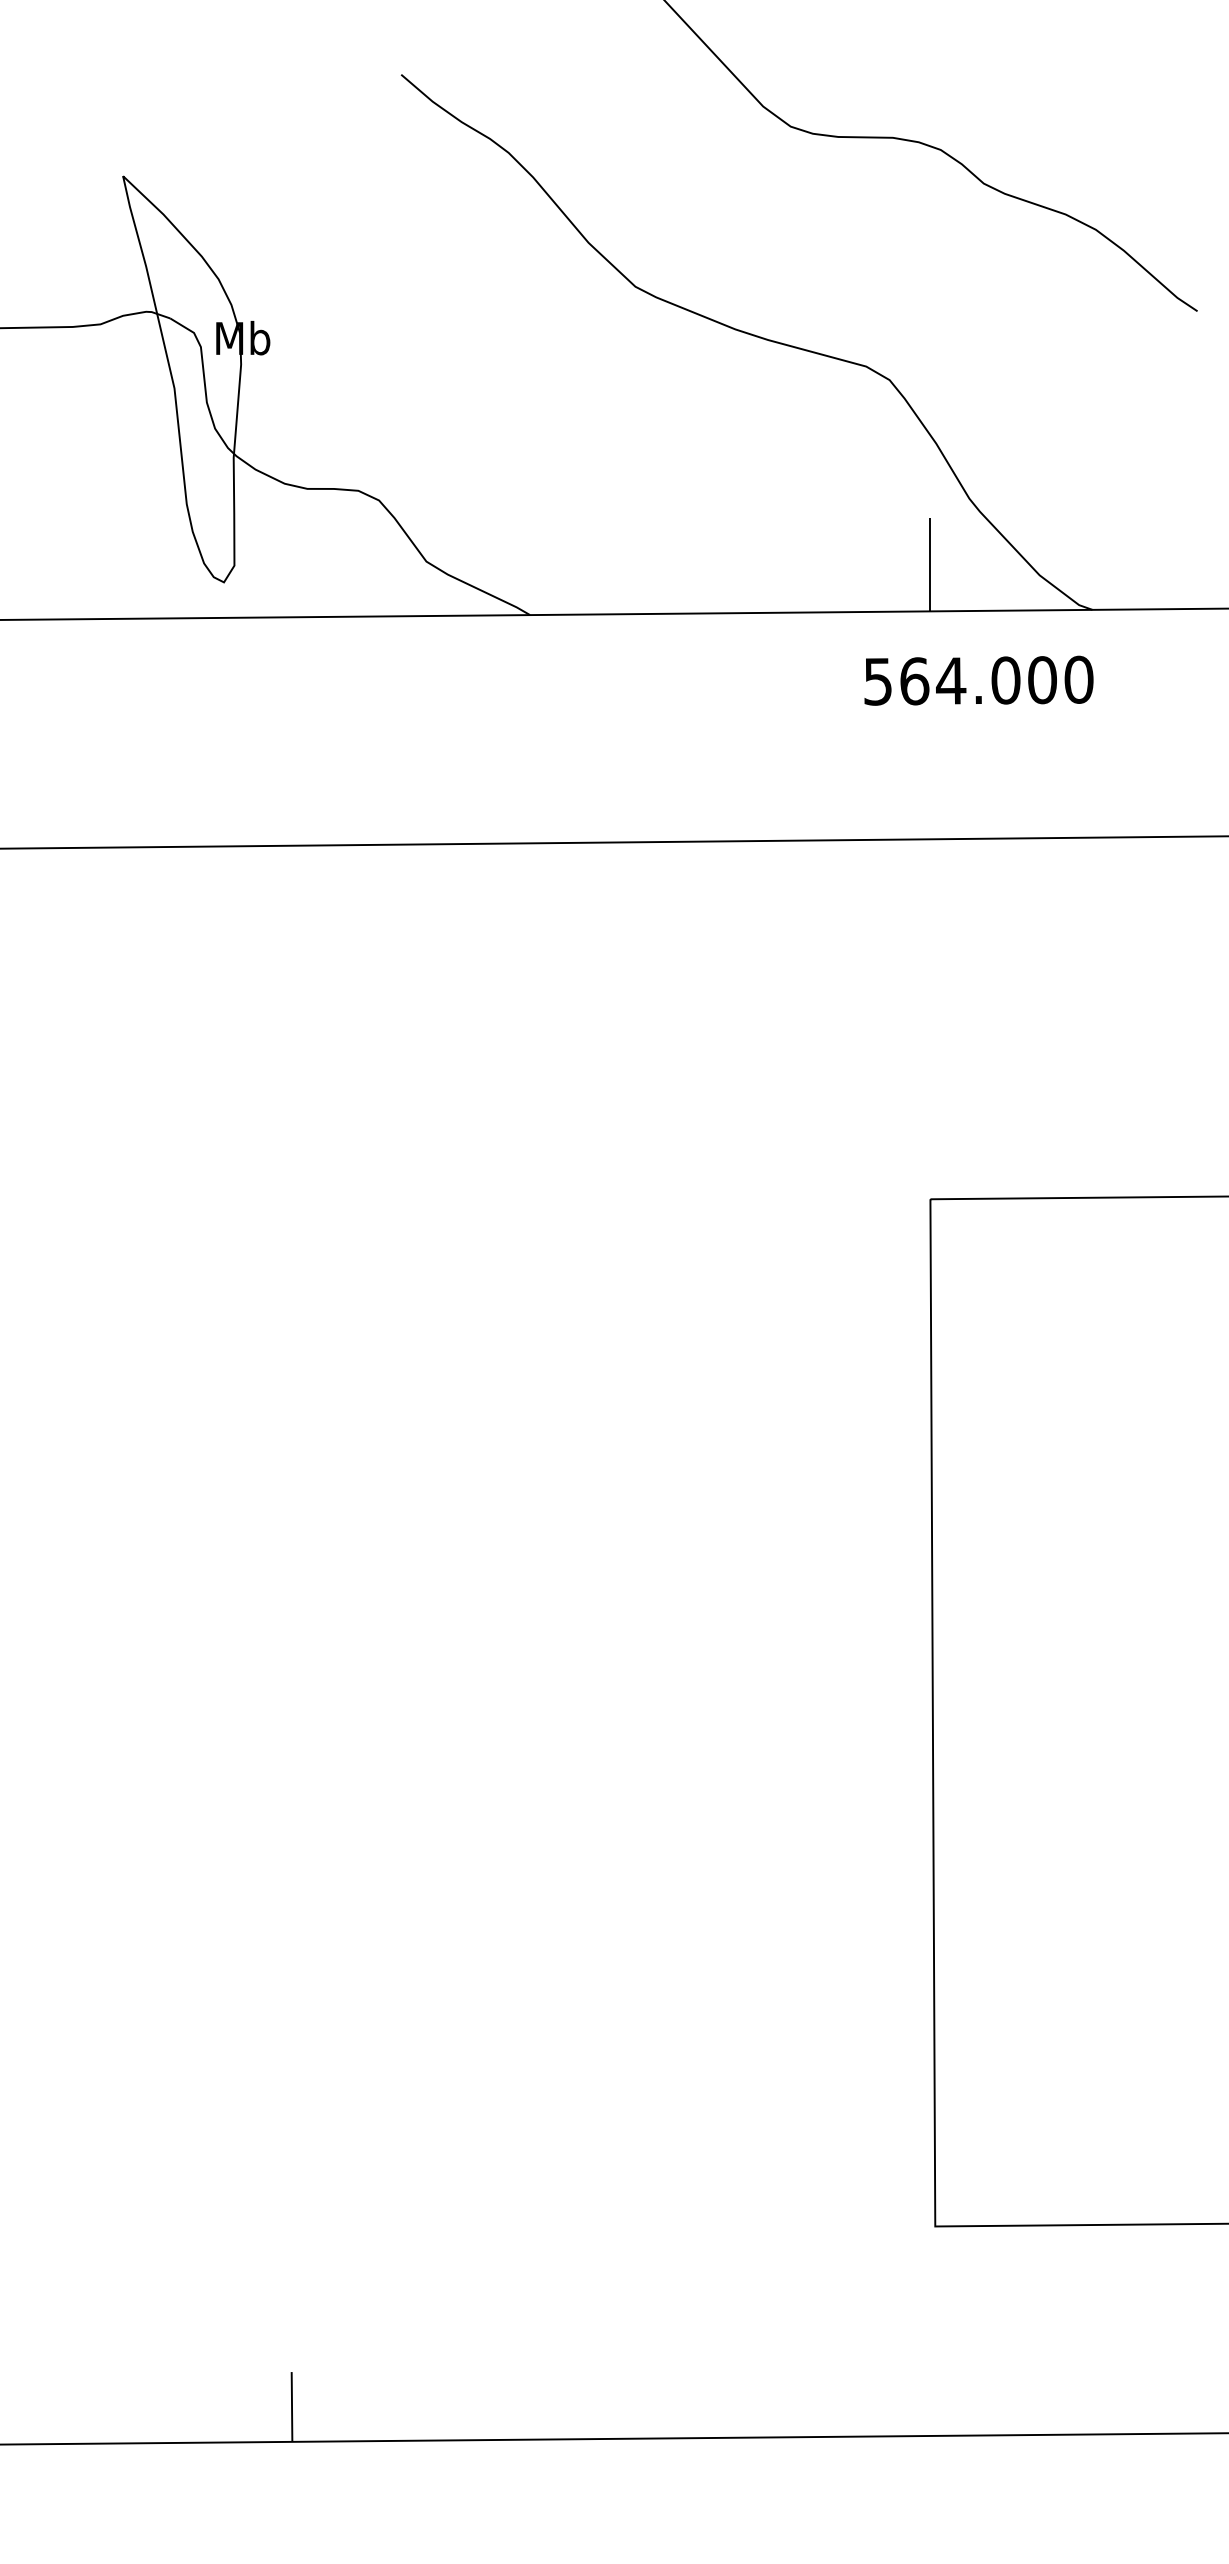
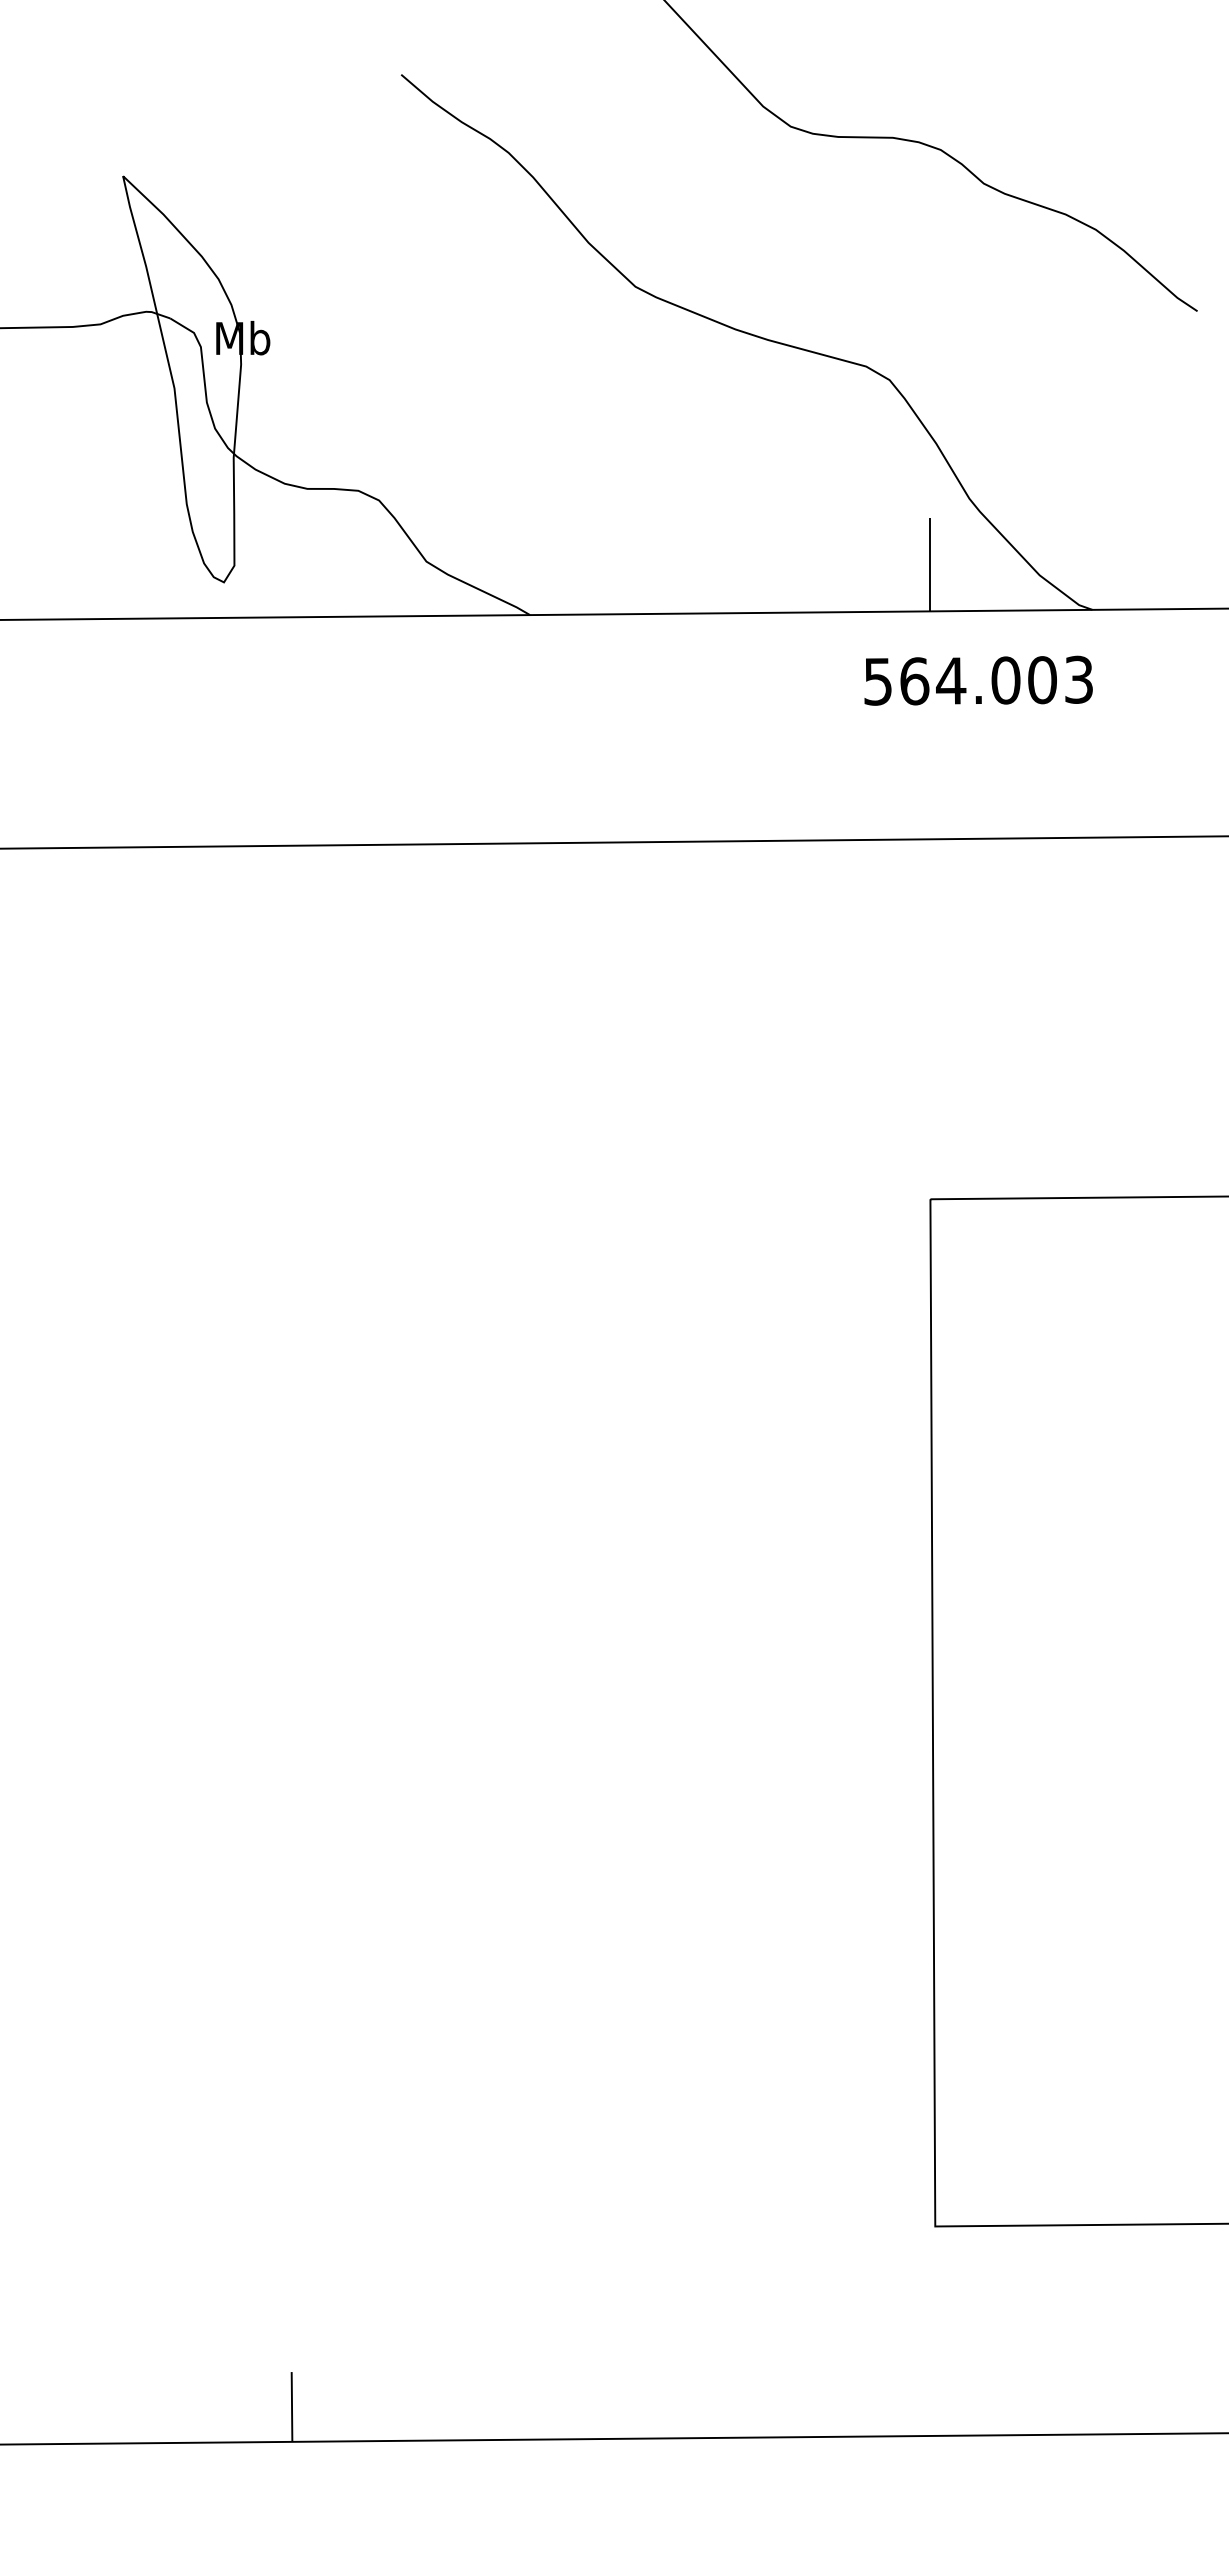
text at (1078, 679): 564.000 -> 564.003
